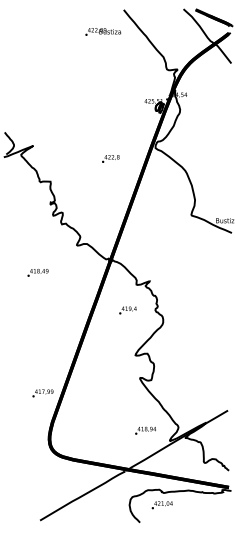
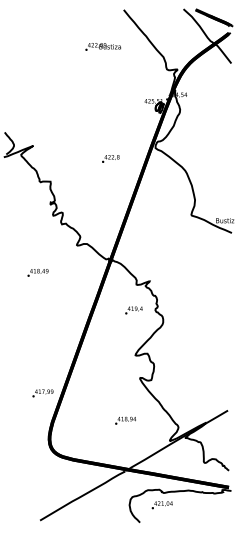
text at (102, 31) position: (102, 31) -> (102, 46)
text at (127, 310) position: (127, 310) -> (133, 310)
text at (145, 430) position: (145, 430) -> (125, 420)
